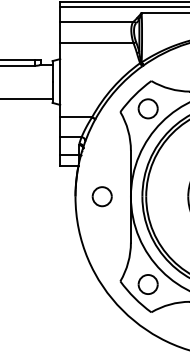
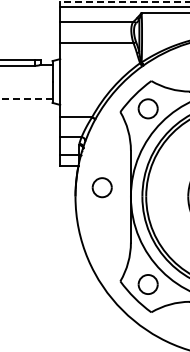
line at (124, 1): solid -> dashed
line at (26, 99): solid -> dashed
part at (101, 196) position: (101, 196) -> (101, 187)
